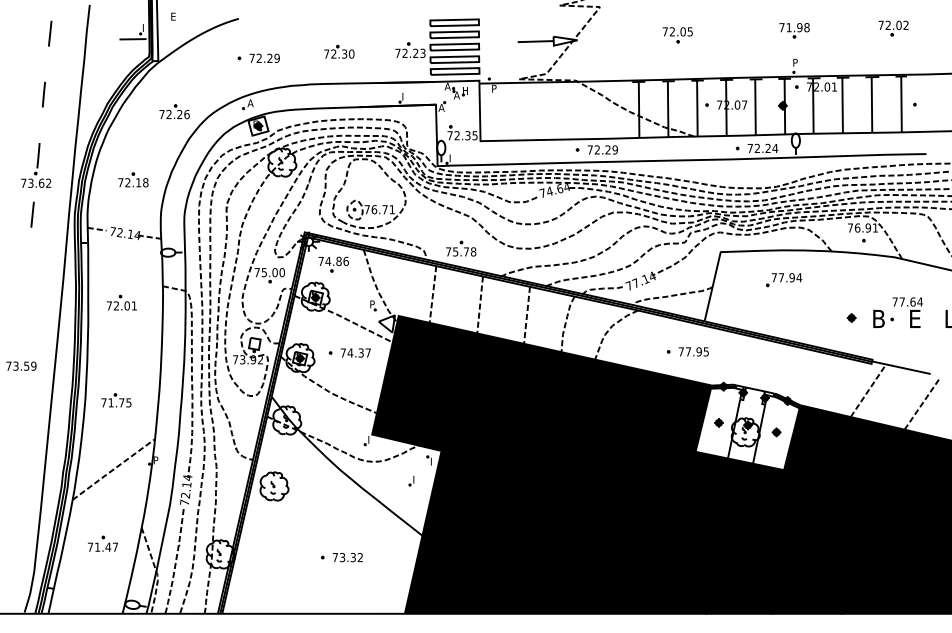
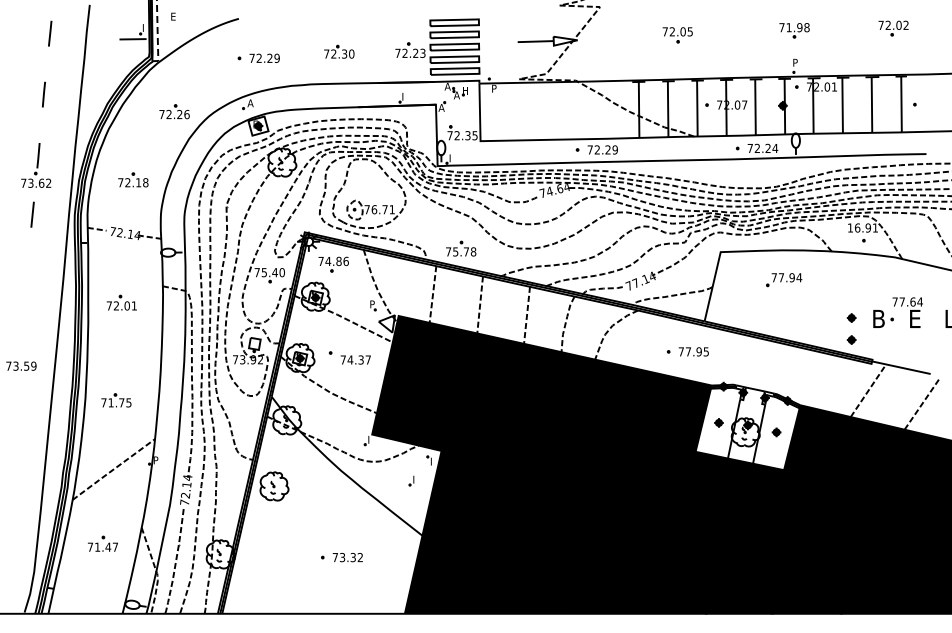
line at (157, 34): solid -> dashed
text at (850, 227): 76.91 -> 16.91
text at (274, 272): 75.00 -> 75.40
part at (851, 339): none -> present
text at (355, 352) position: (355, 352) -> (355, 359)
